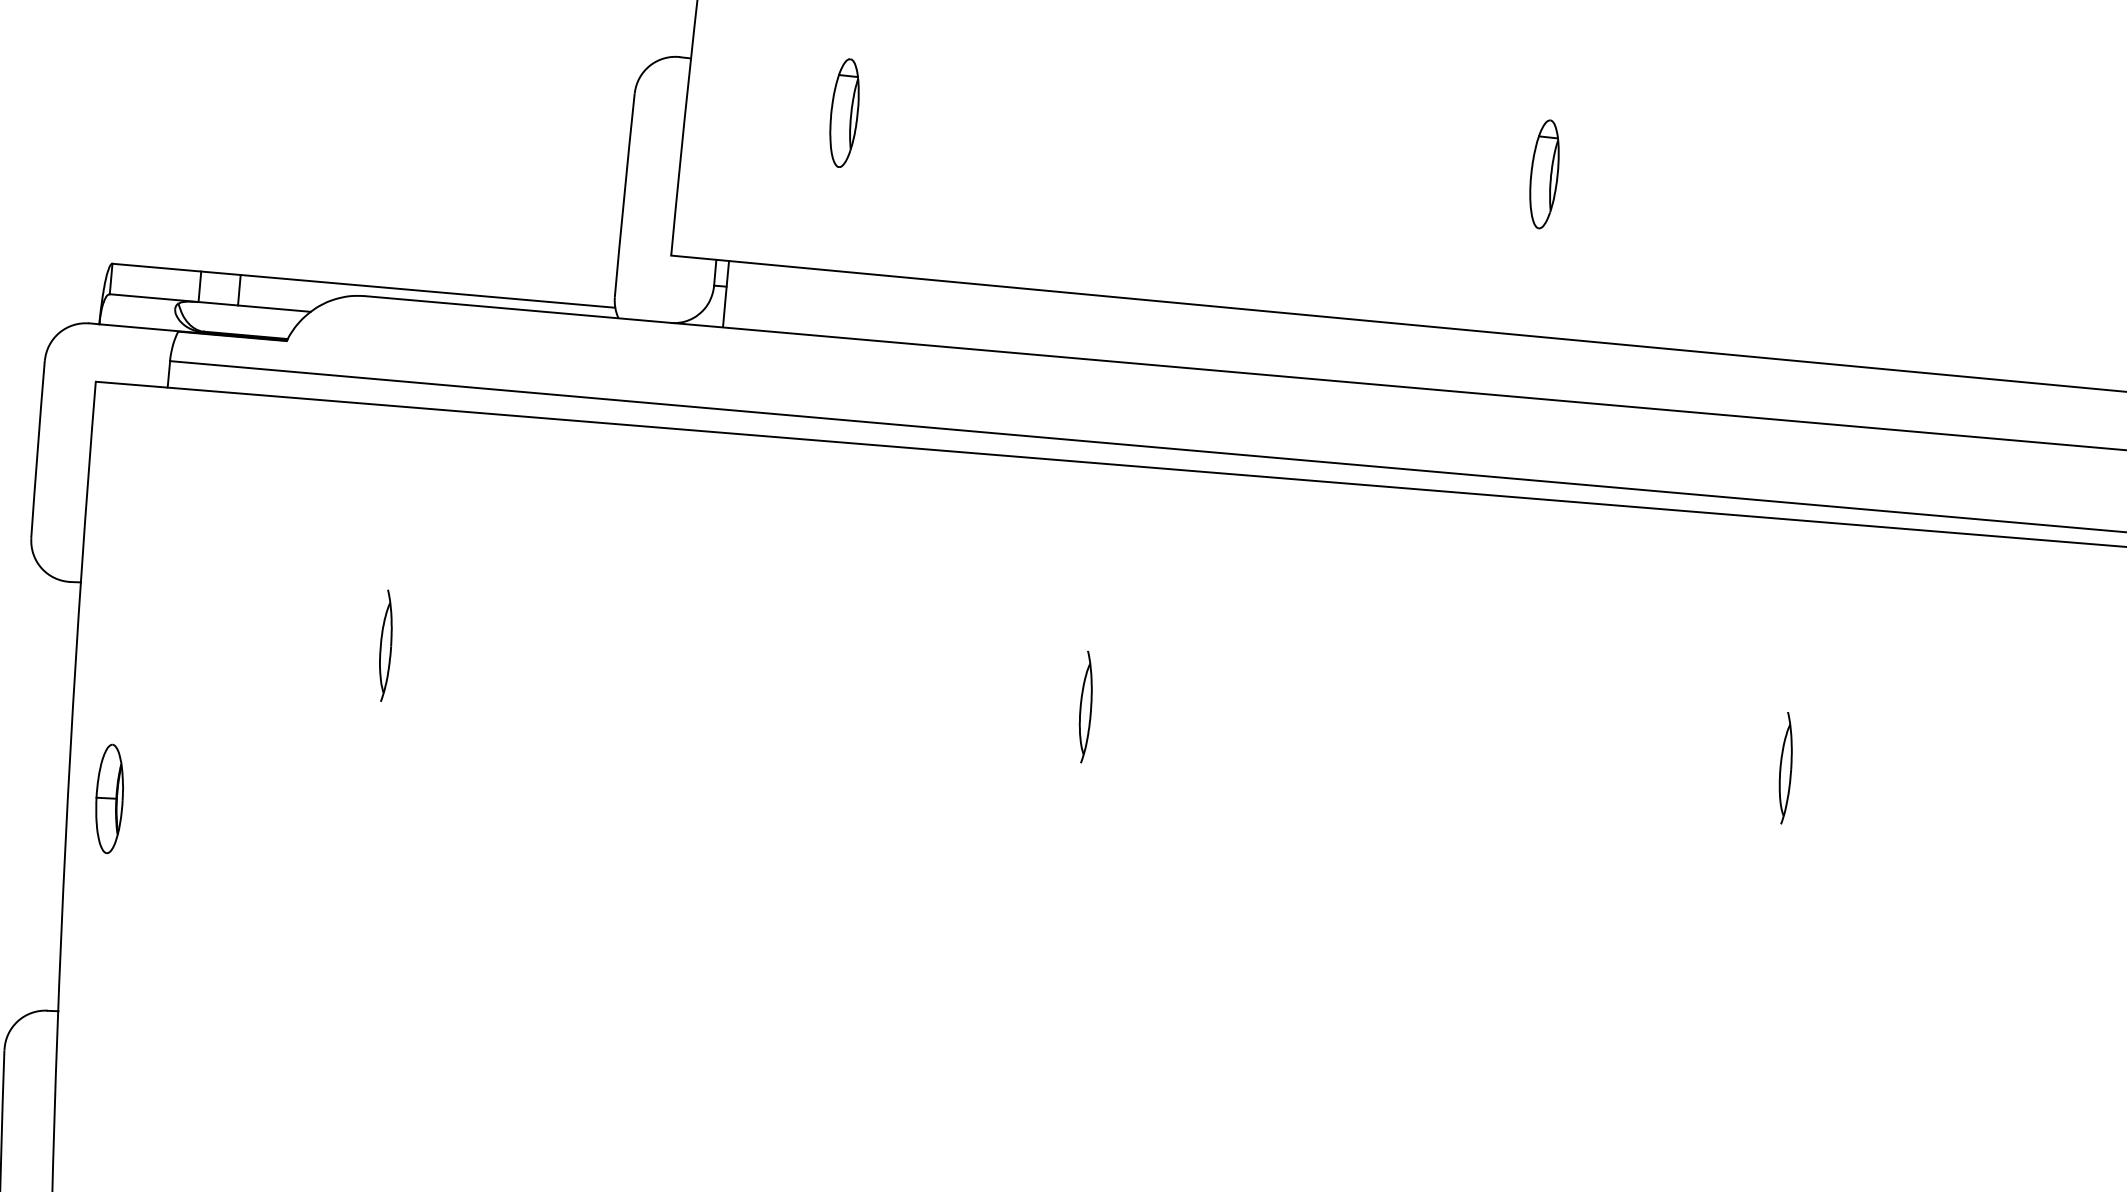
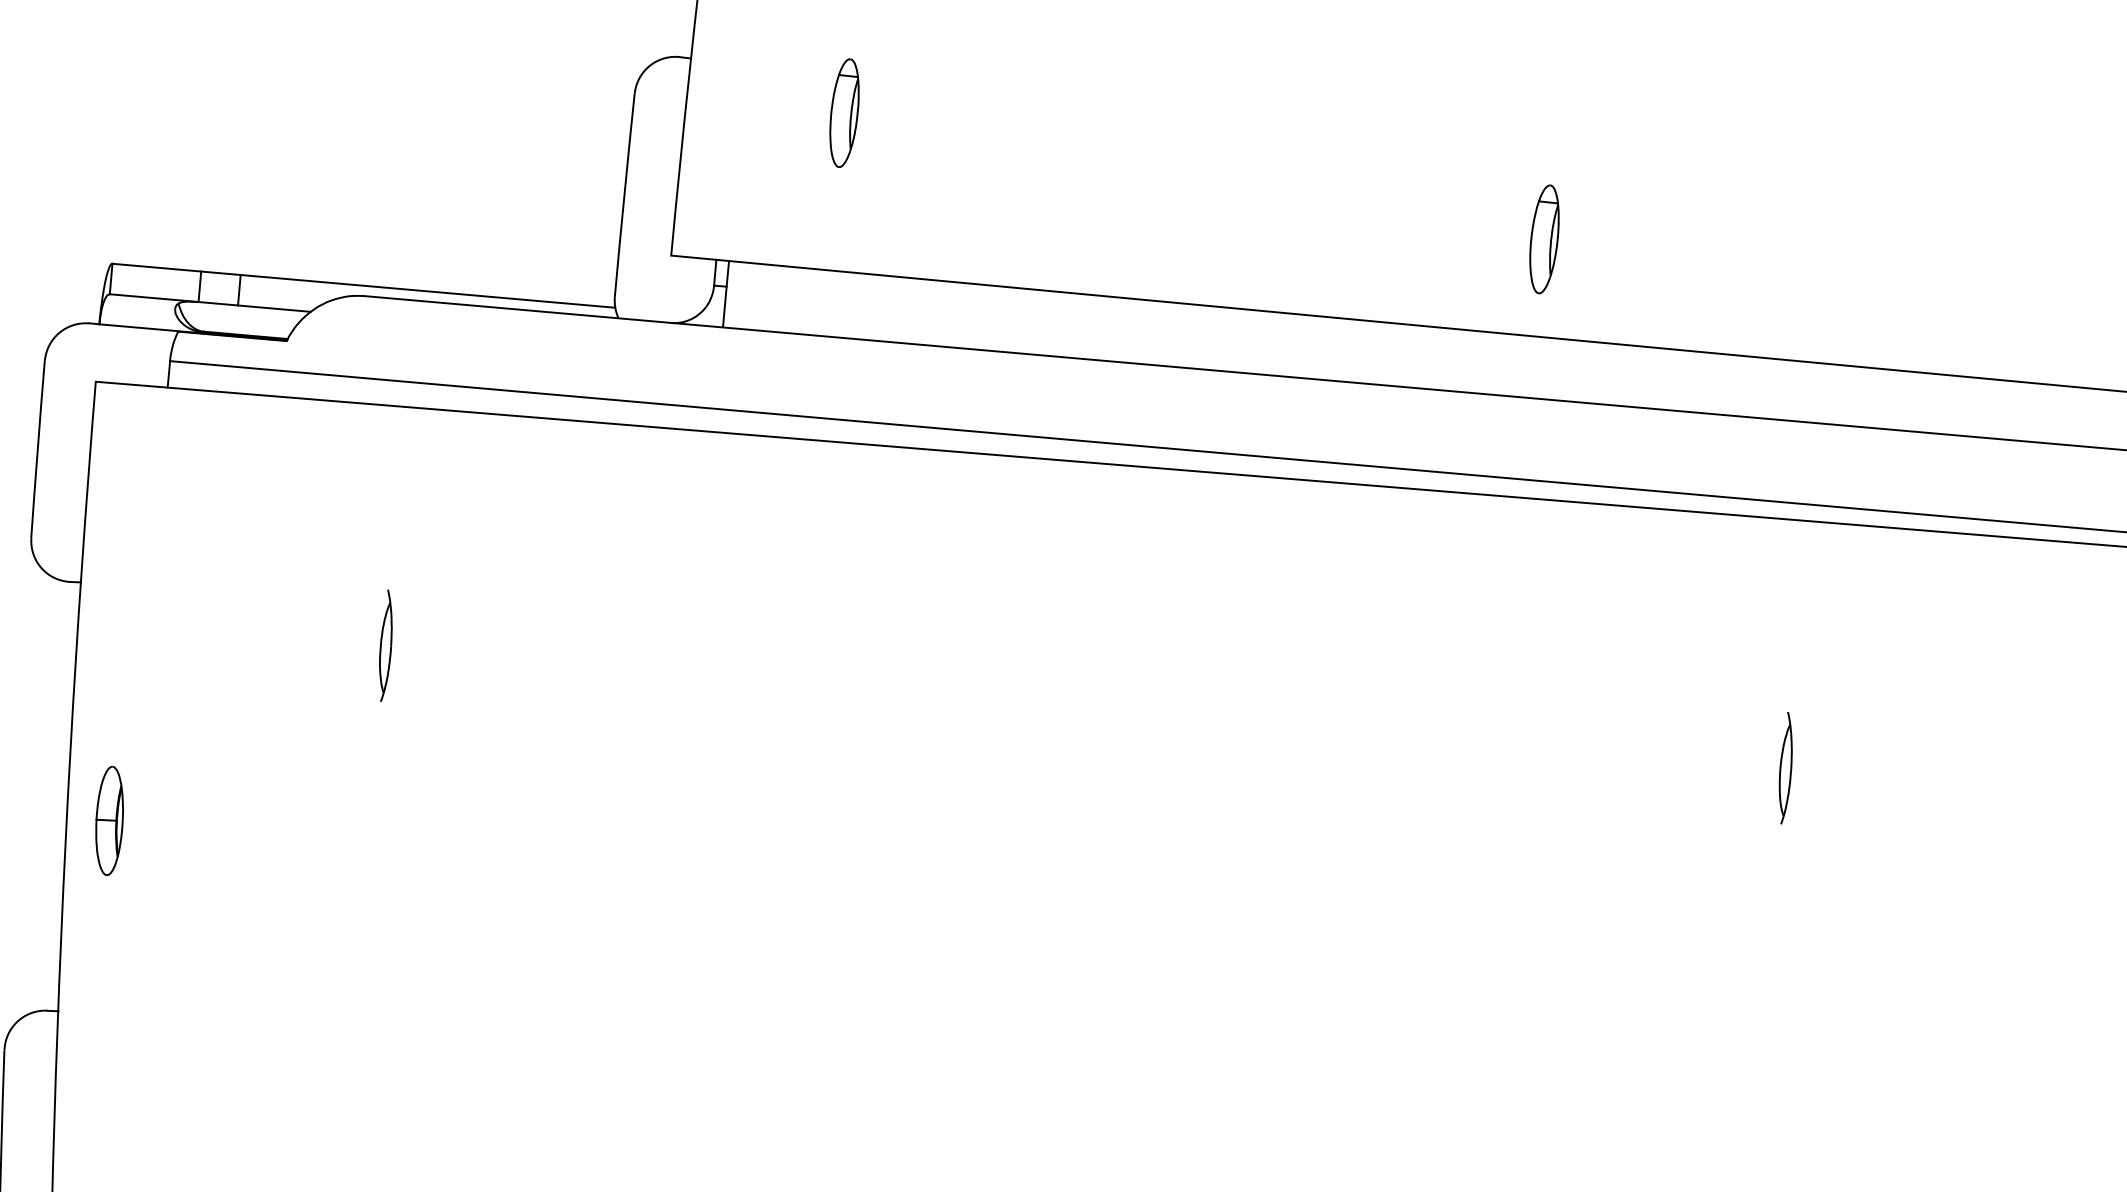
part at (1544, 174) position: (1544, 174) -> (1544, 239)
part at (1085, 707): present -> none
part at (109, 798) position: (109, 798) -> (109, 820)
